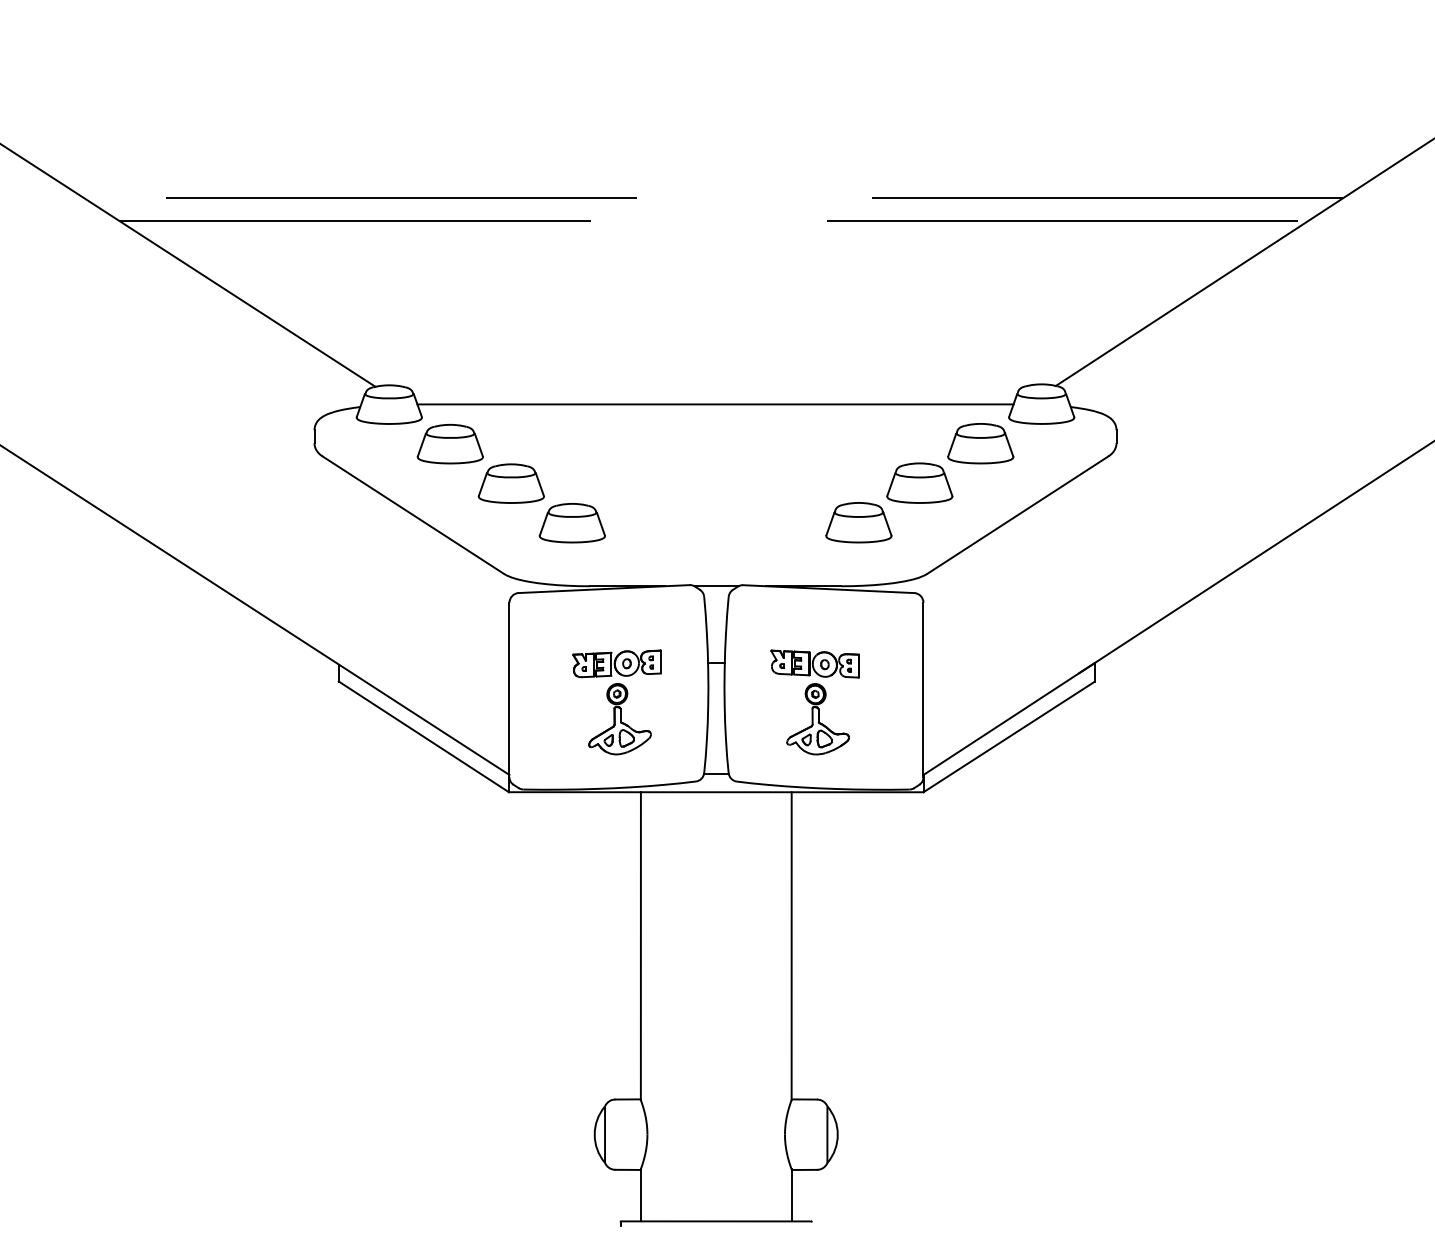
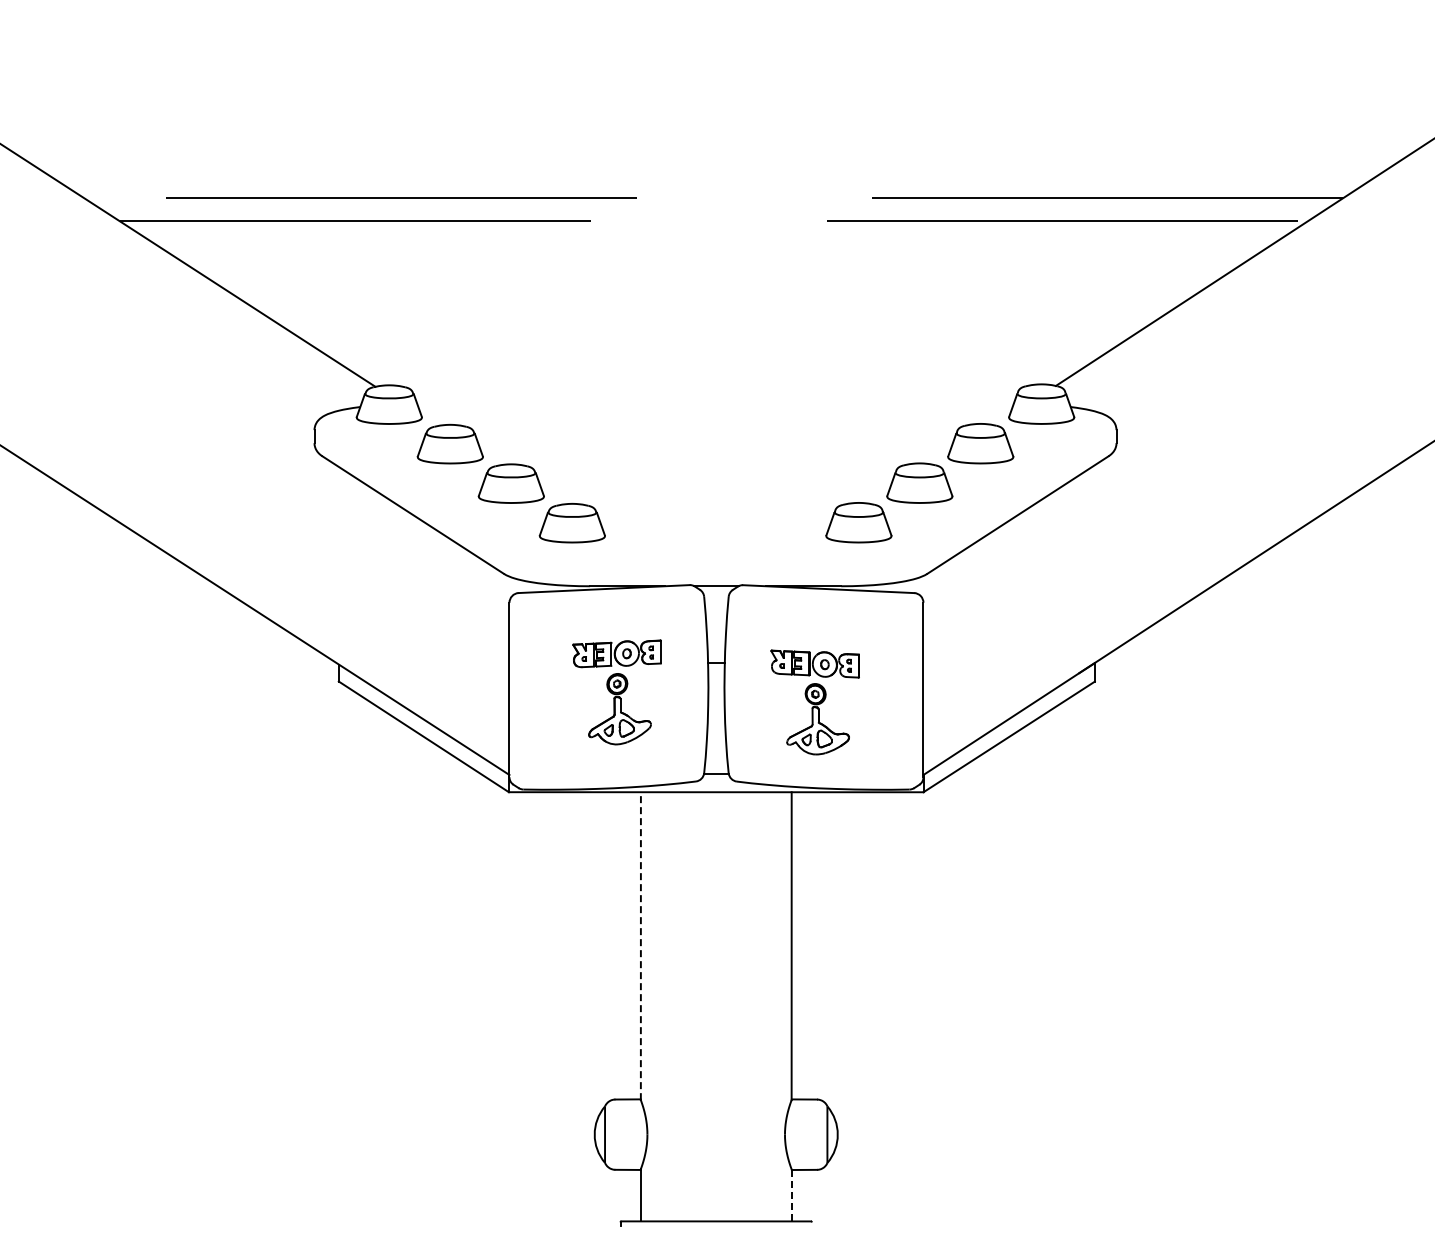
line at (715, 404): present -> none
part at (616, 702) position: (616, 702) -> (616, 692)
line at (640, 946): solid -> dashed
line at (791, 1194): solid -> dashed
